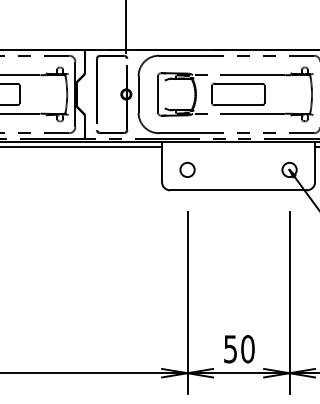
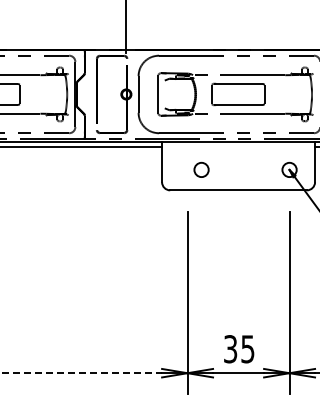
circle at (187, 169) position: (187, 169) -> (201, 169)
text at (239, 349): 50 -> 35
line at (81, 373): solid -> dashed
